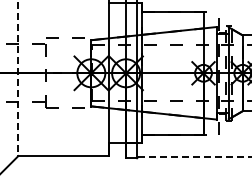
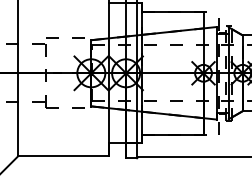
line at (18, 78): dashed -> solid
line at (194, 157): dashed -> solid
